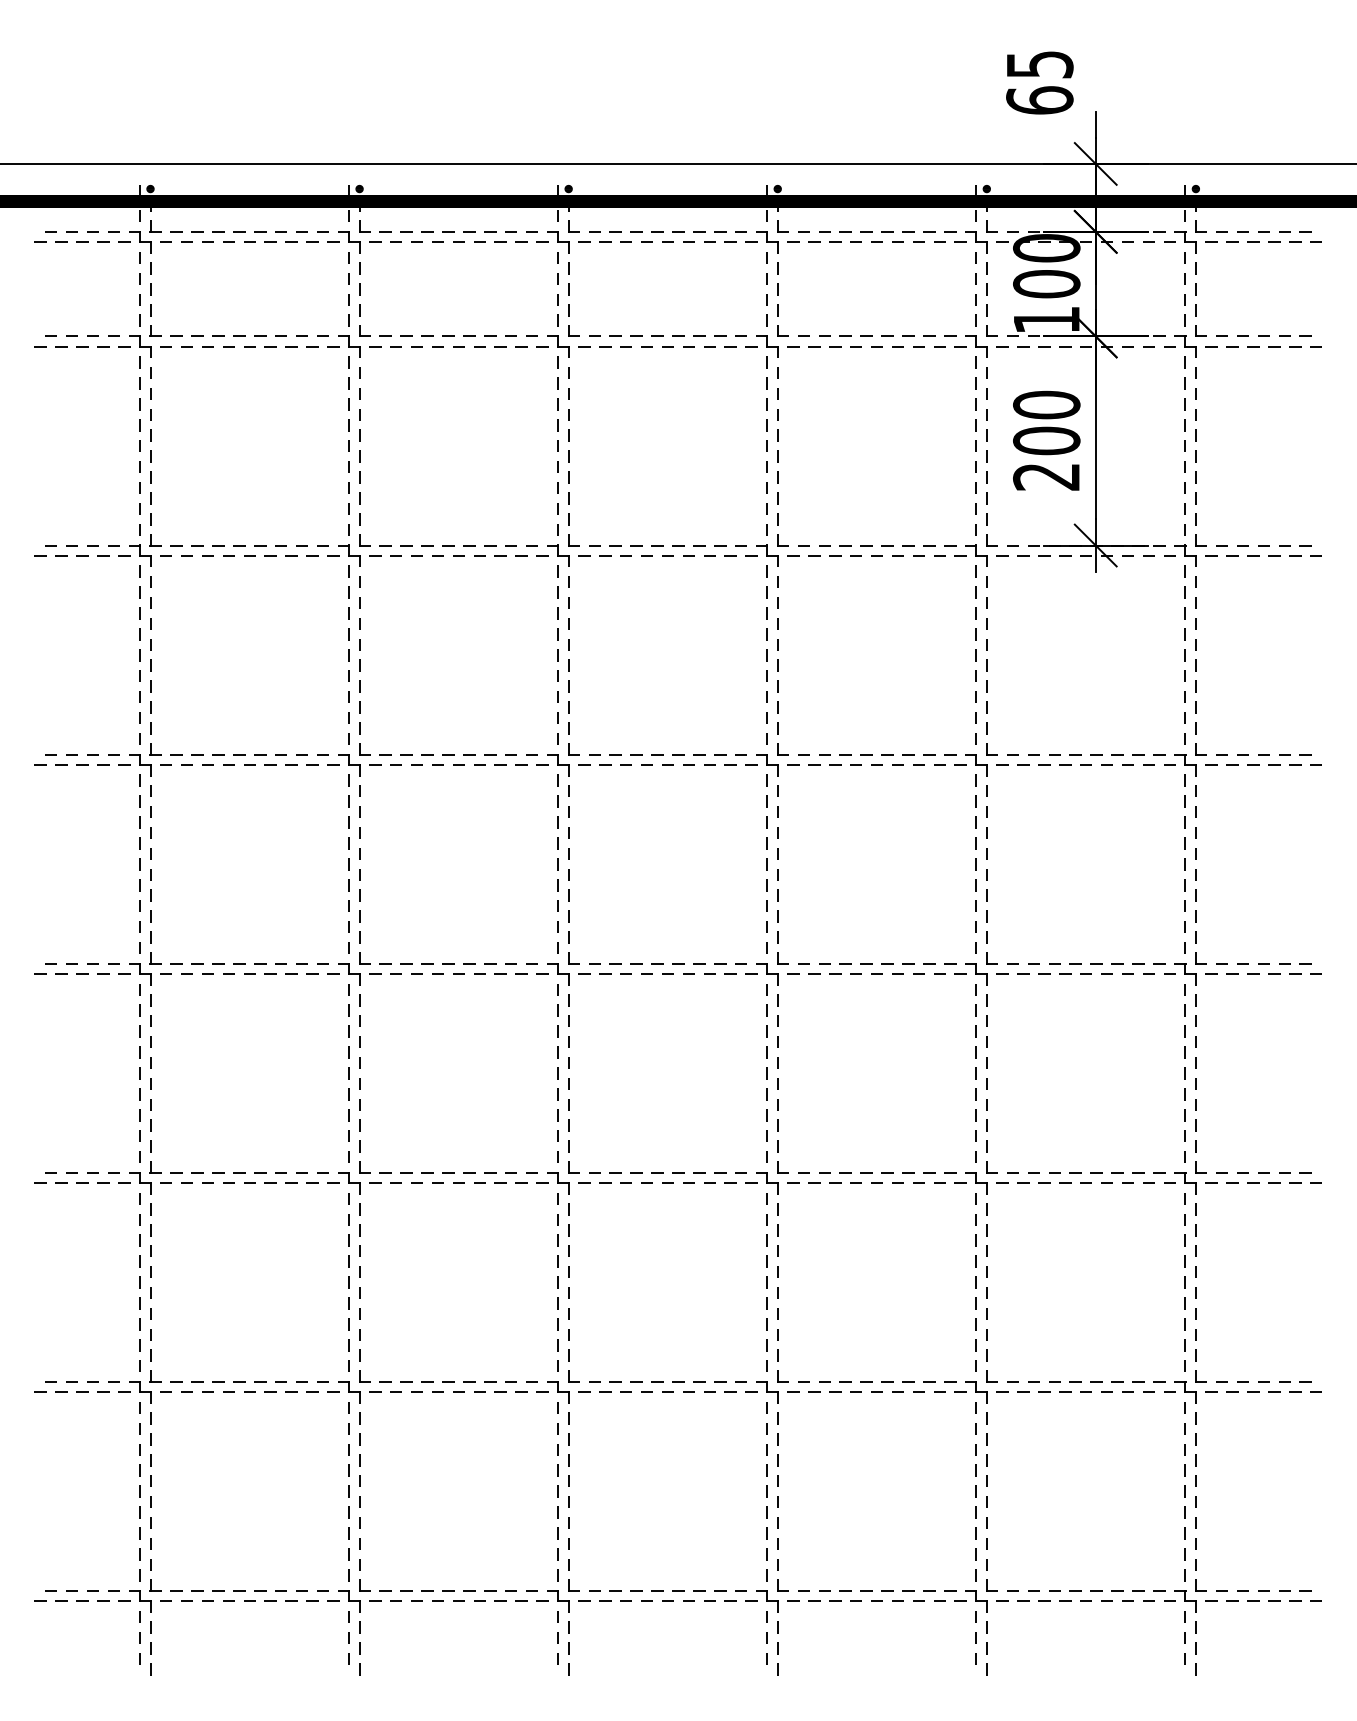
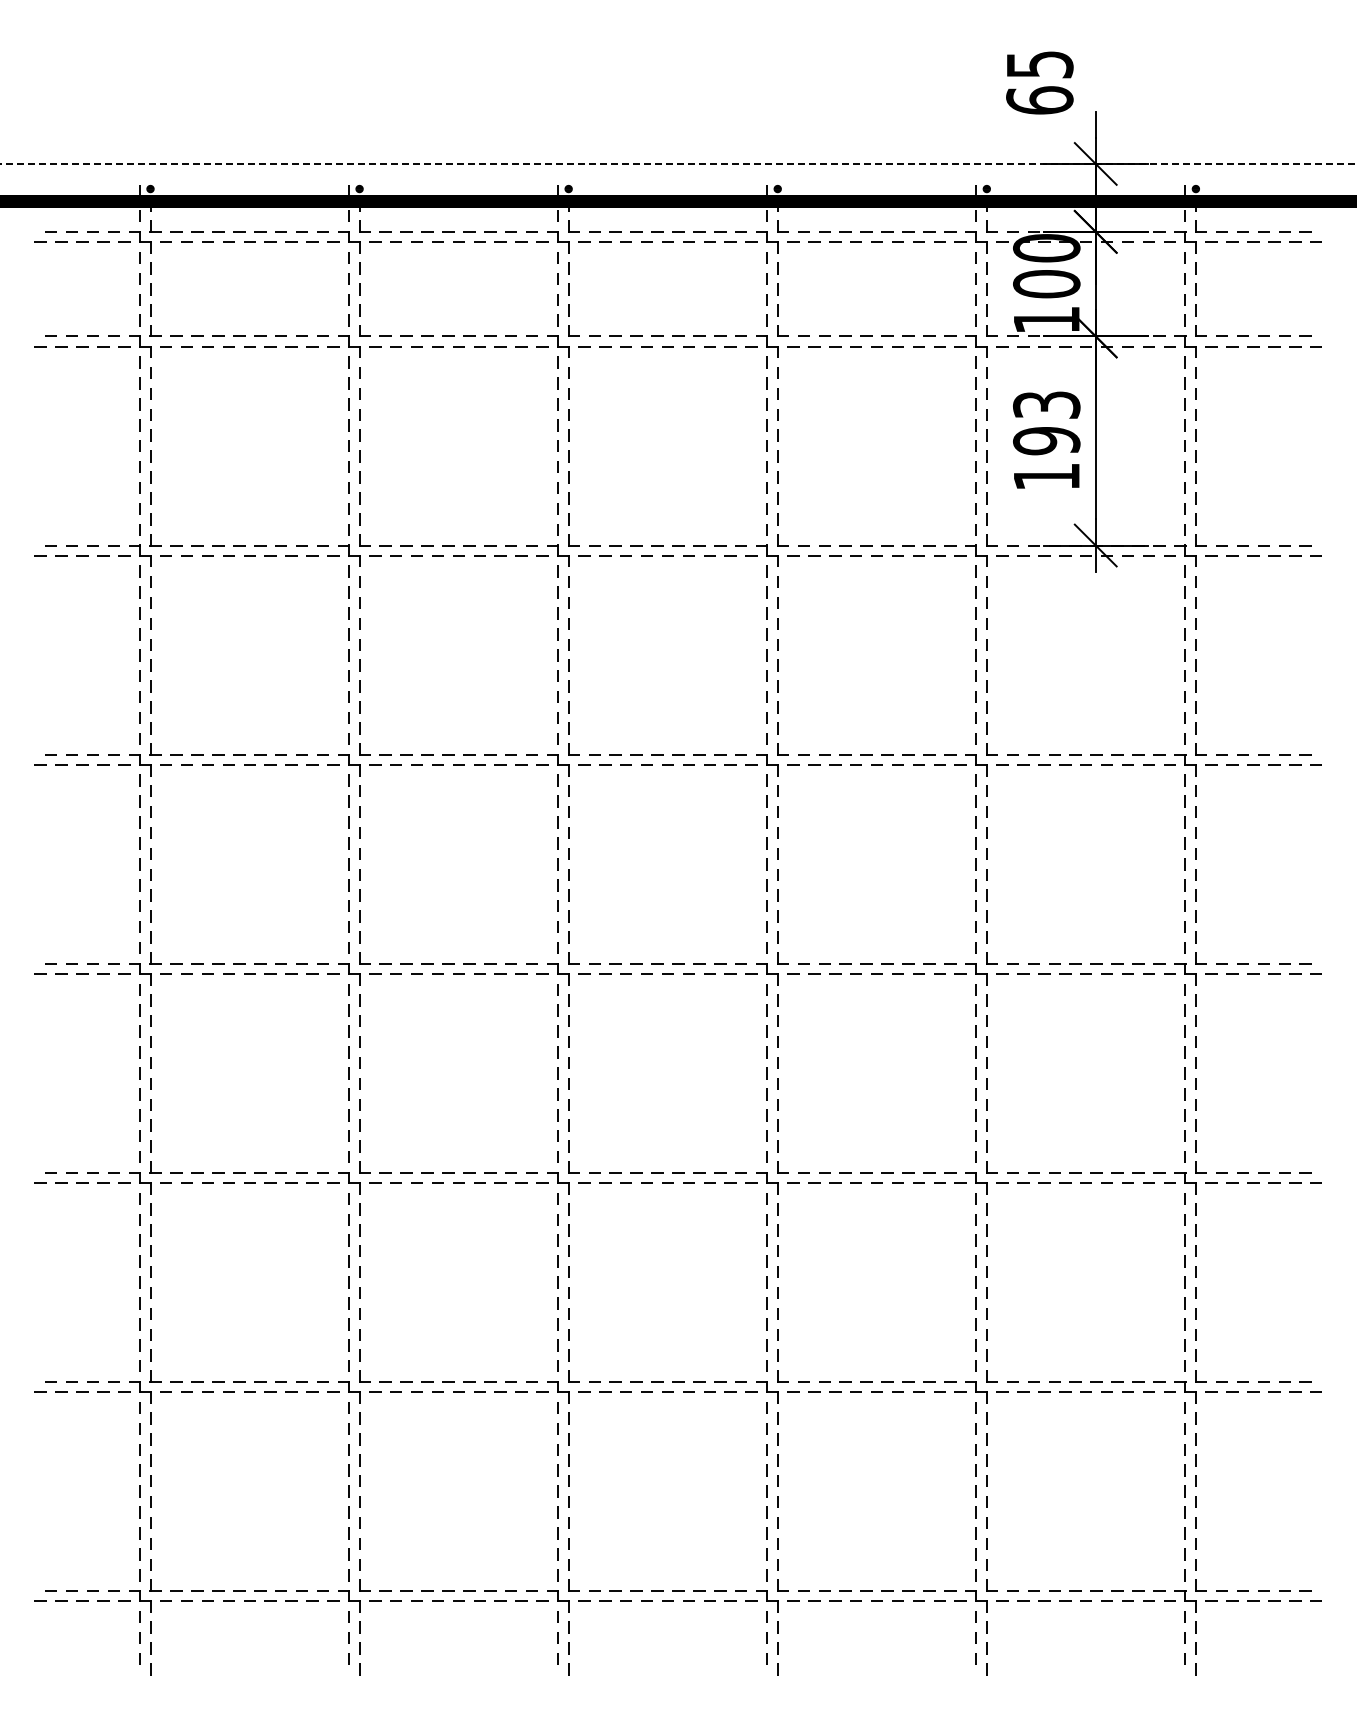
line at (678, 163): solid -> dashed
text at (1046, 440): 200 -> 193
